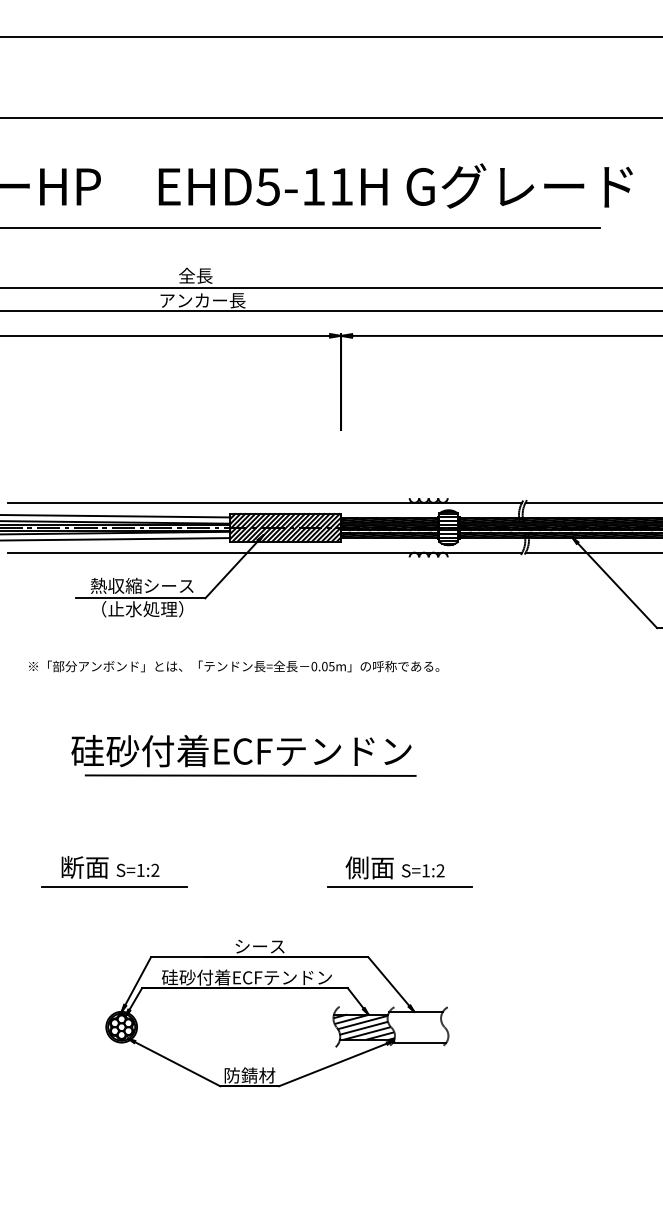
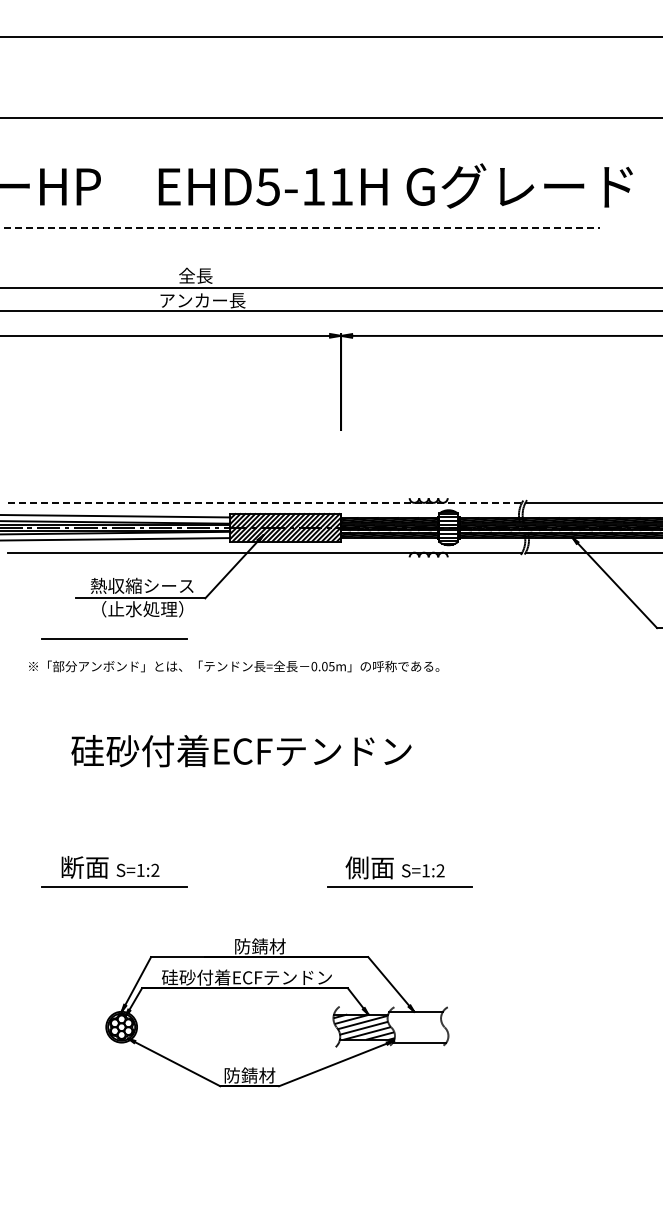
line at (300, 228): solid -> dashed
line at (265, 502): solid -> dashed
line at (114, 638): none -> present
line at (250, 775): present -> none
text at (260, 946): シース -> 防錆材
